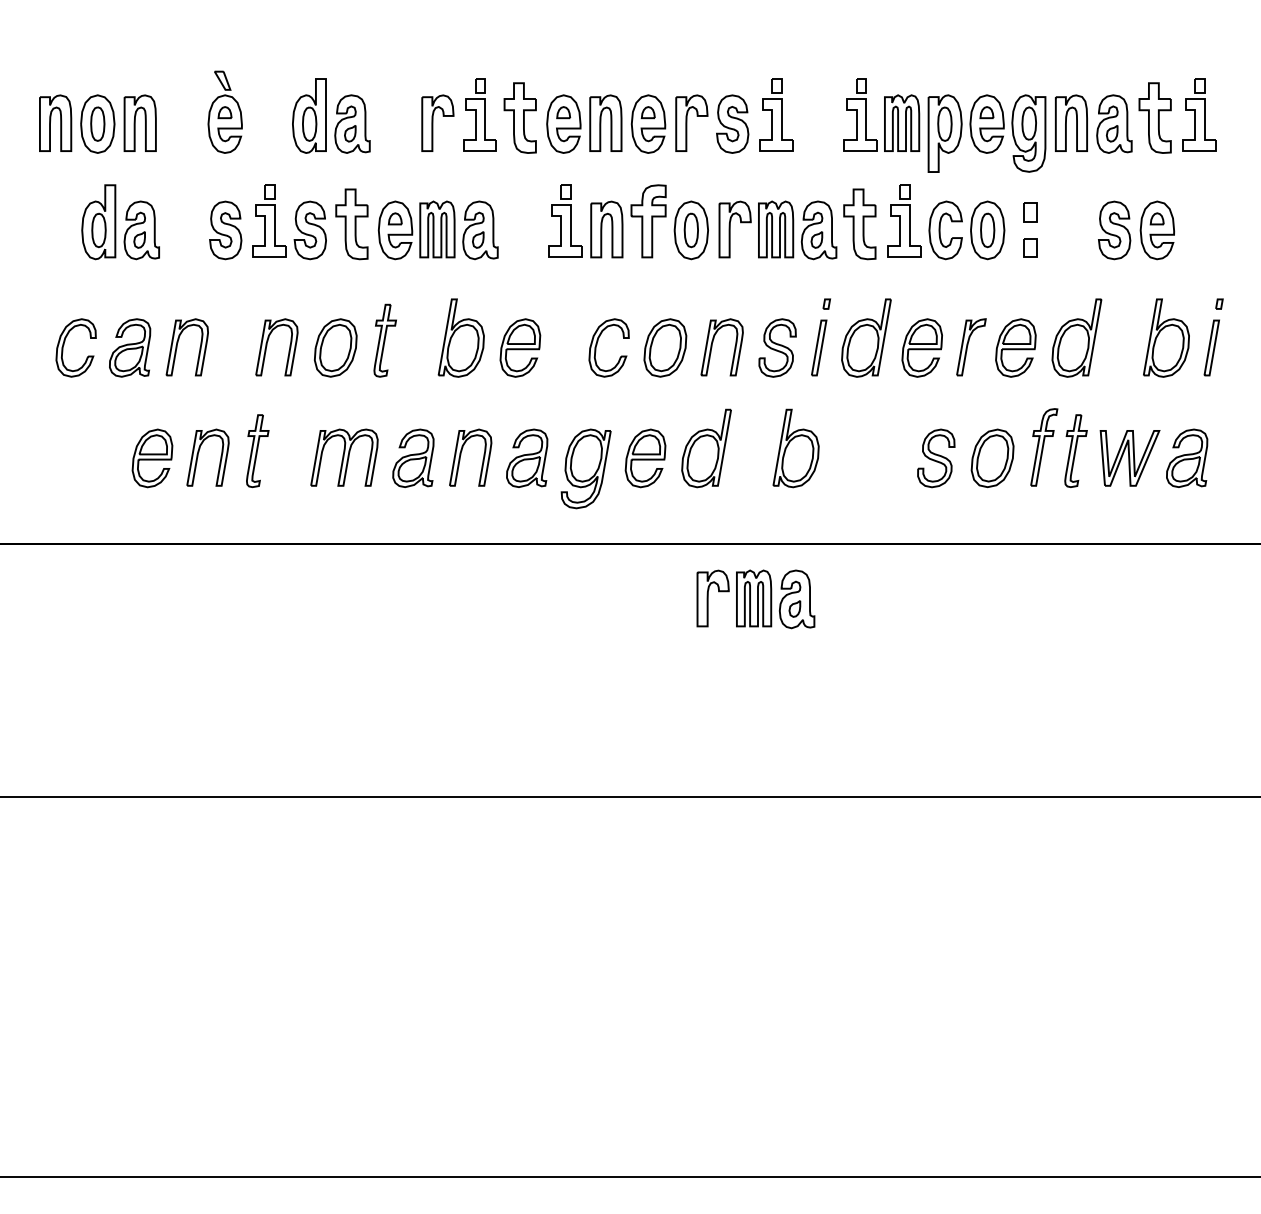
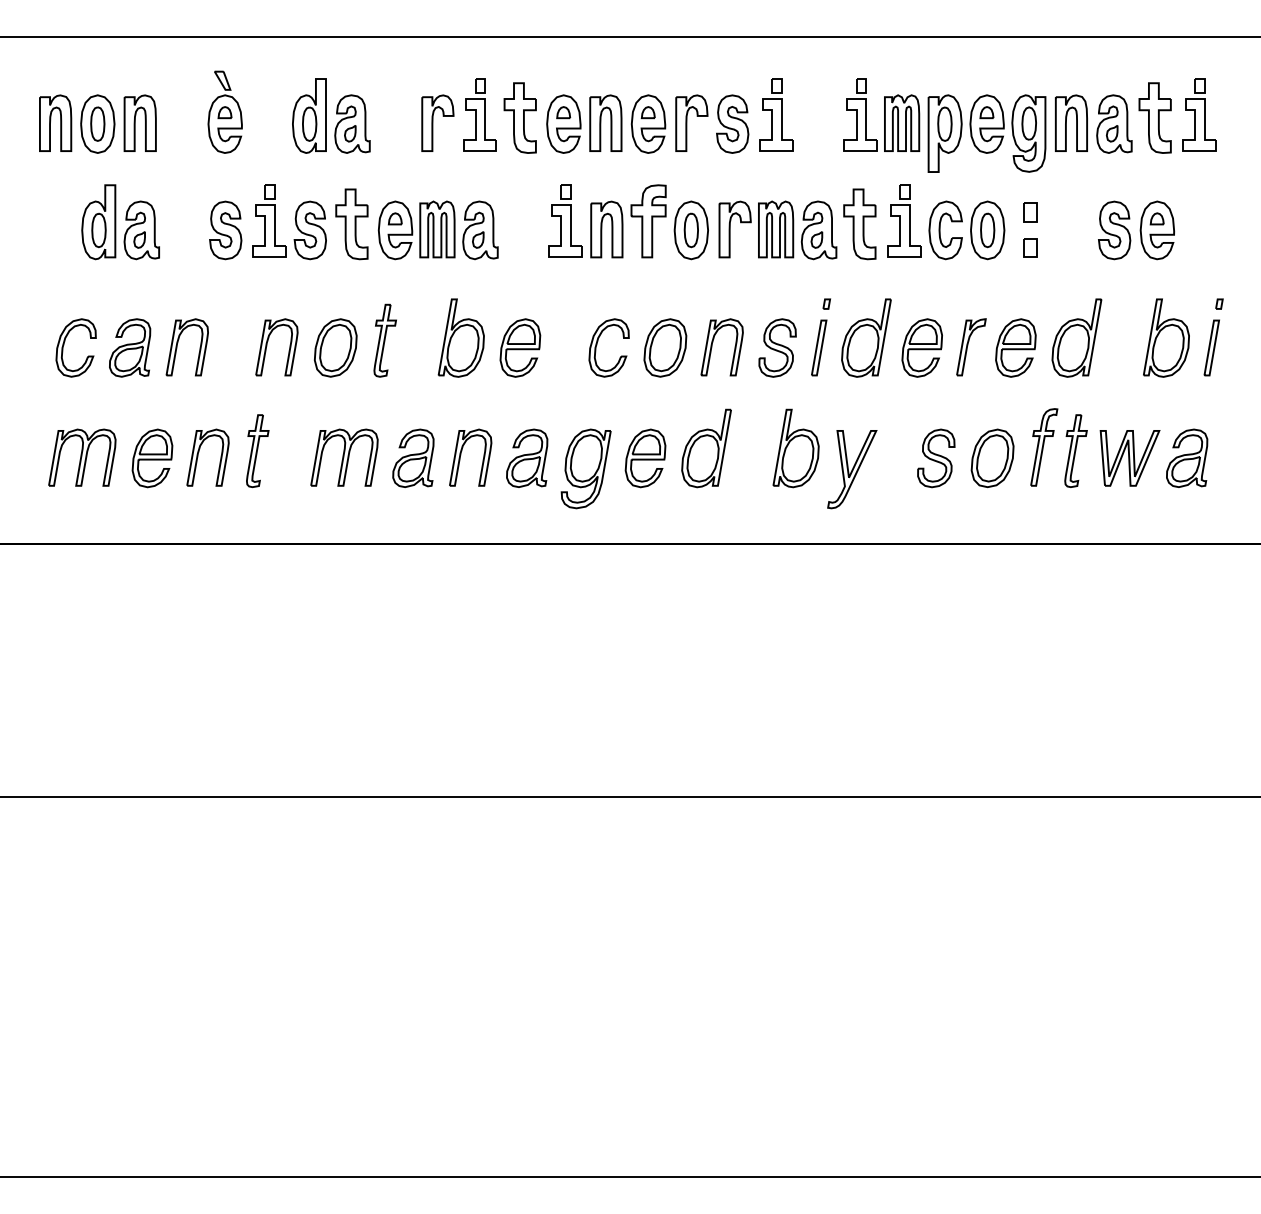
line at (629, 36): none -> present
part at (82, 457): none -> present
part at (852, 469): none -> present
part at (755, 599): present -> none
